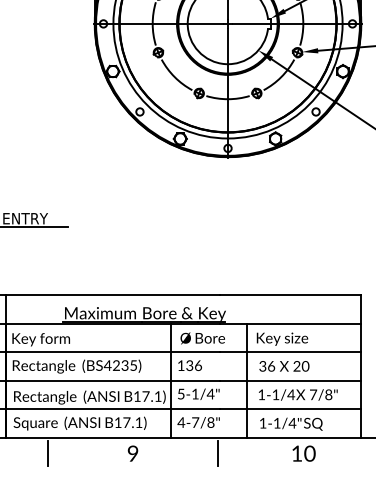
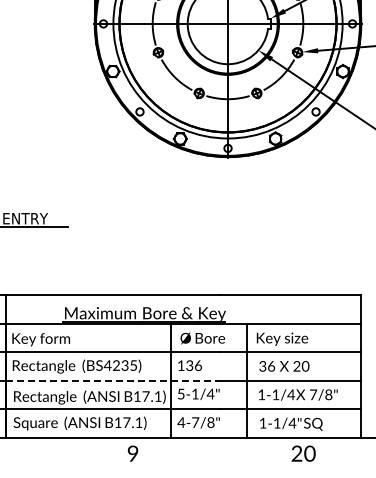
line at (113, 380): solid -> dashed
line at (47, 453): present -> none
line at (218, 453): present -> none
text at (296, 453): 10 -> 20
